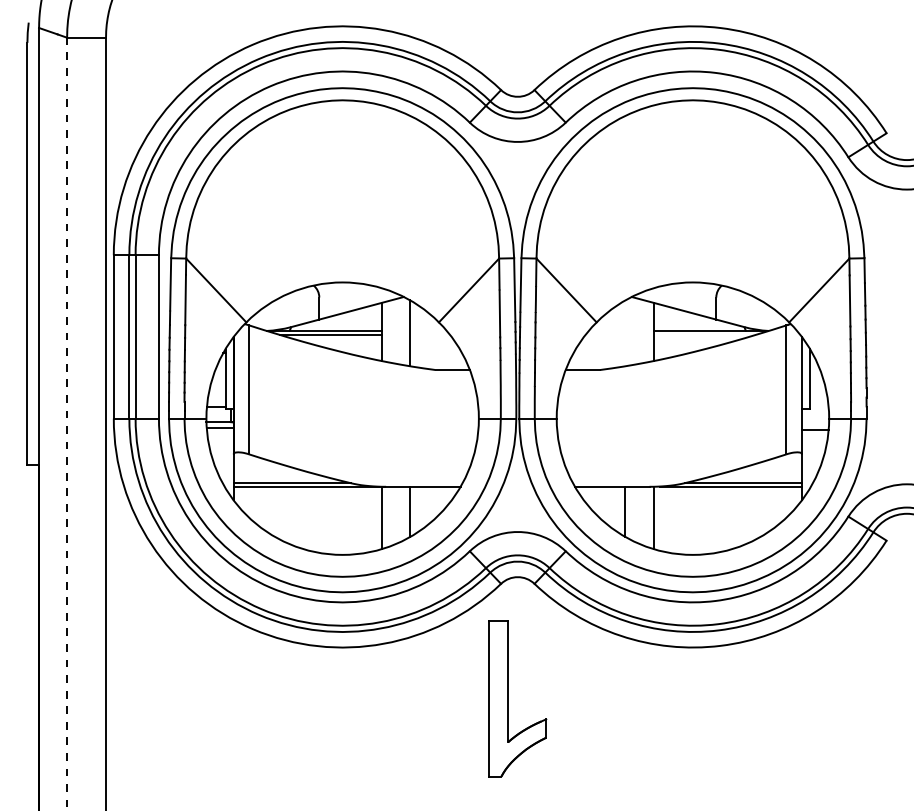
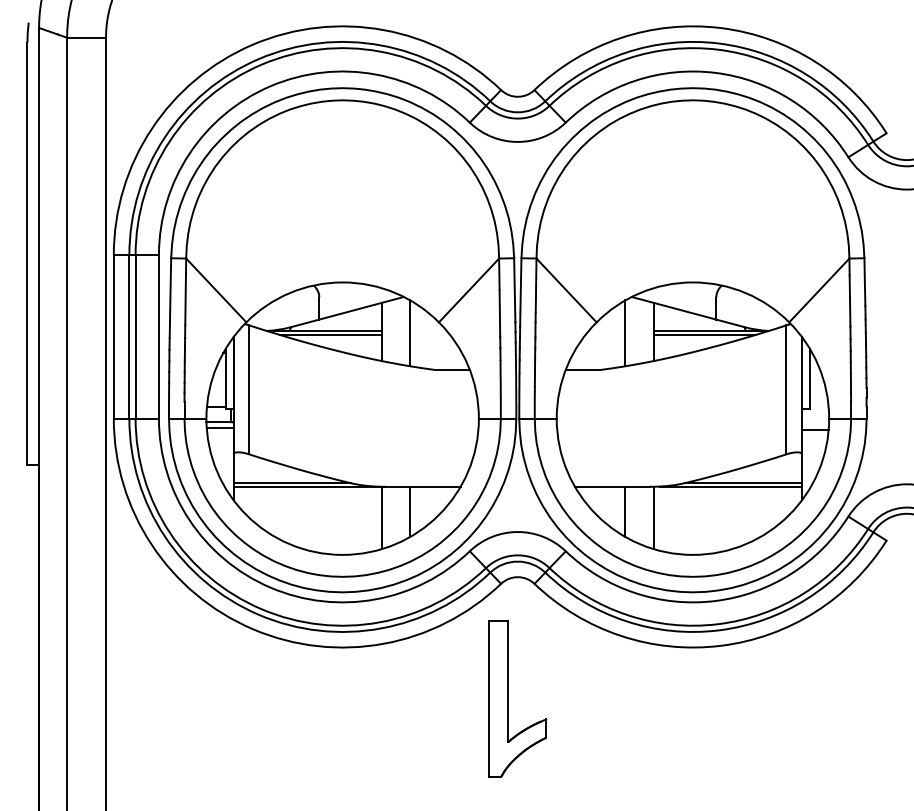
line at (625, 333): none -> present
line at (704, 335): none -> present
line at (67, 423): dashed -> solid
